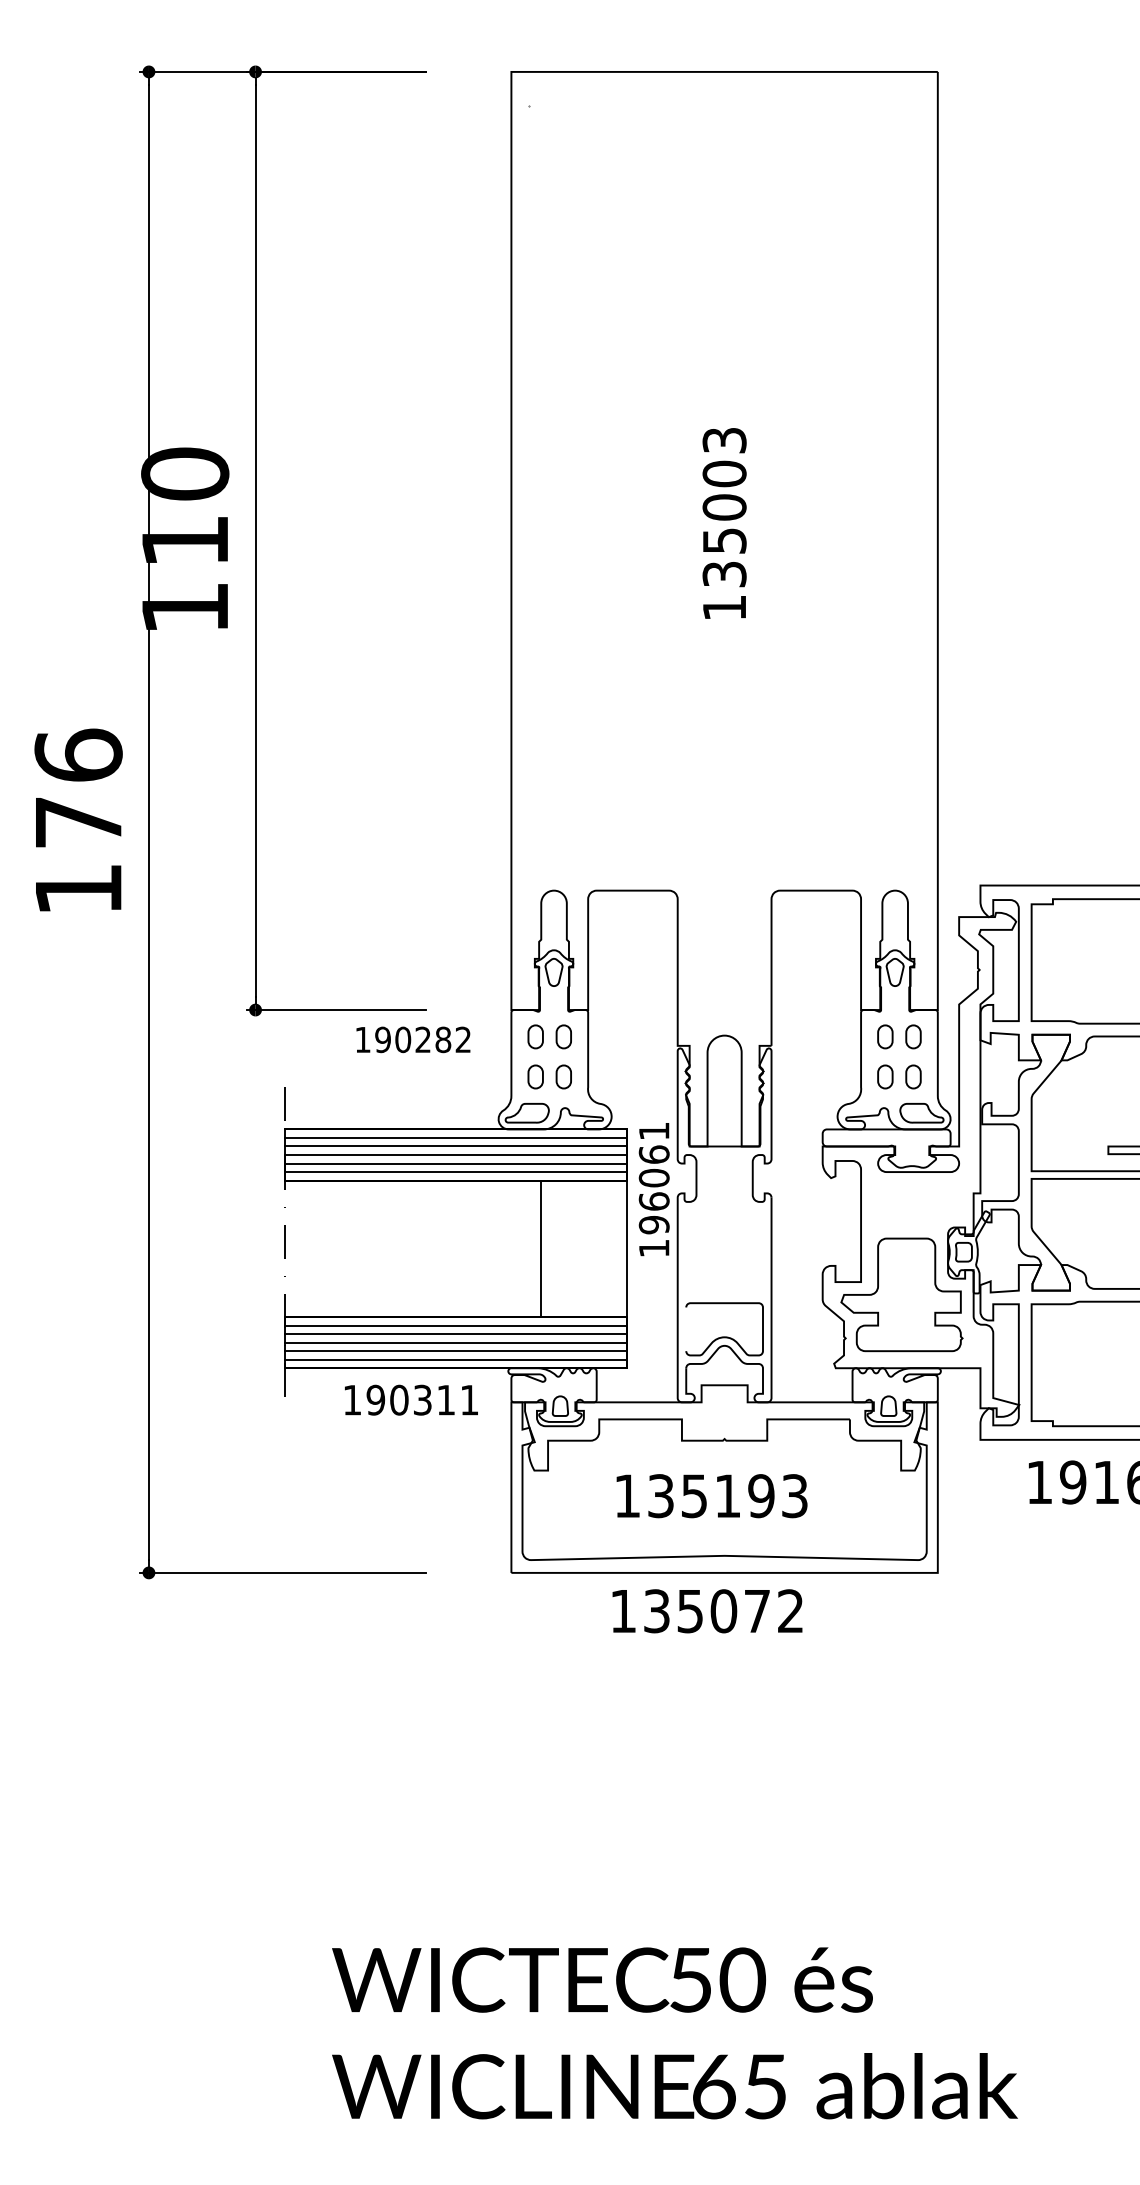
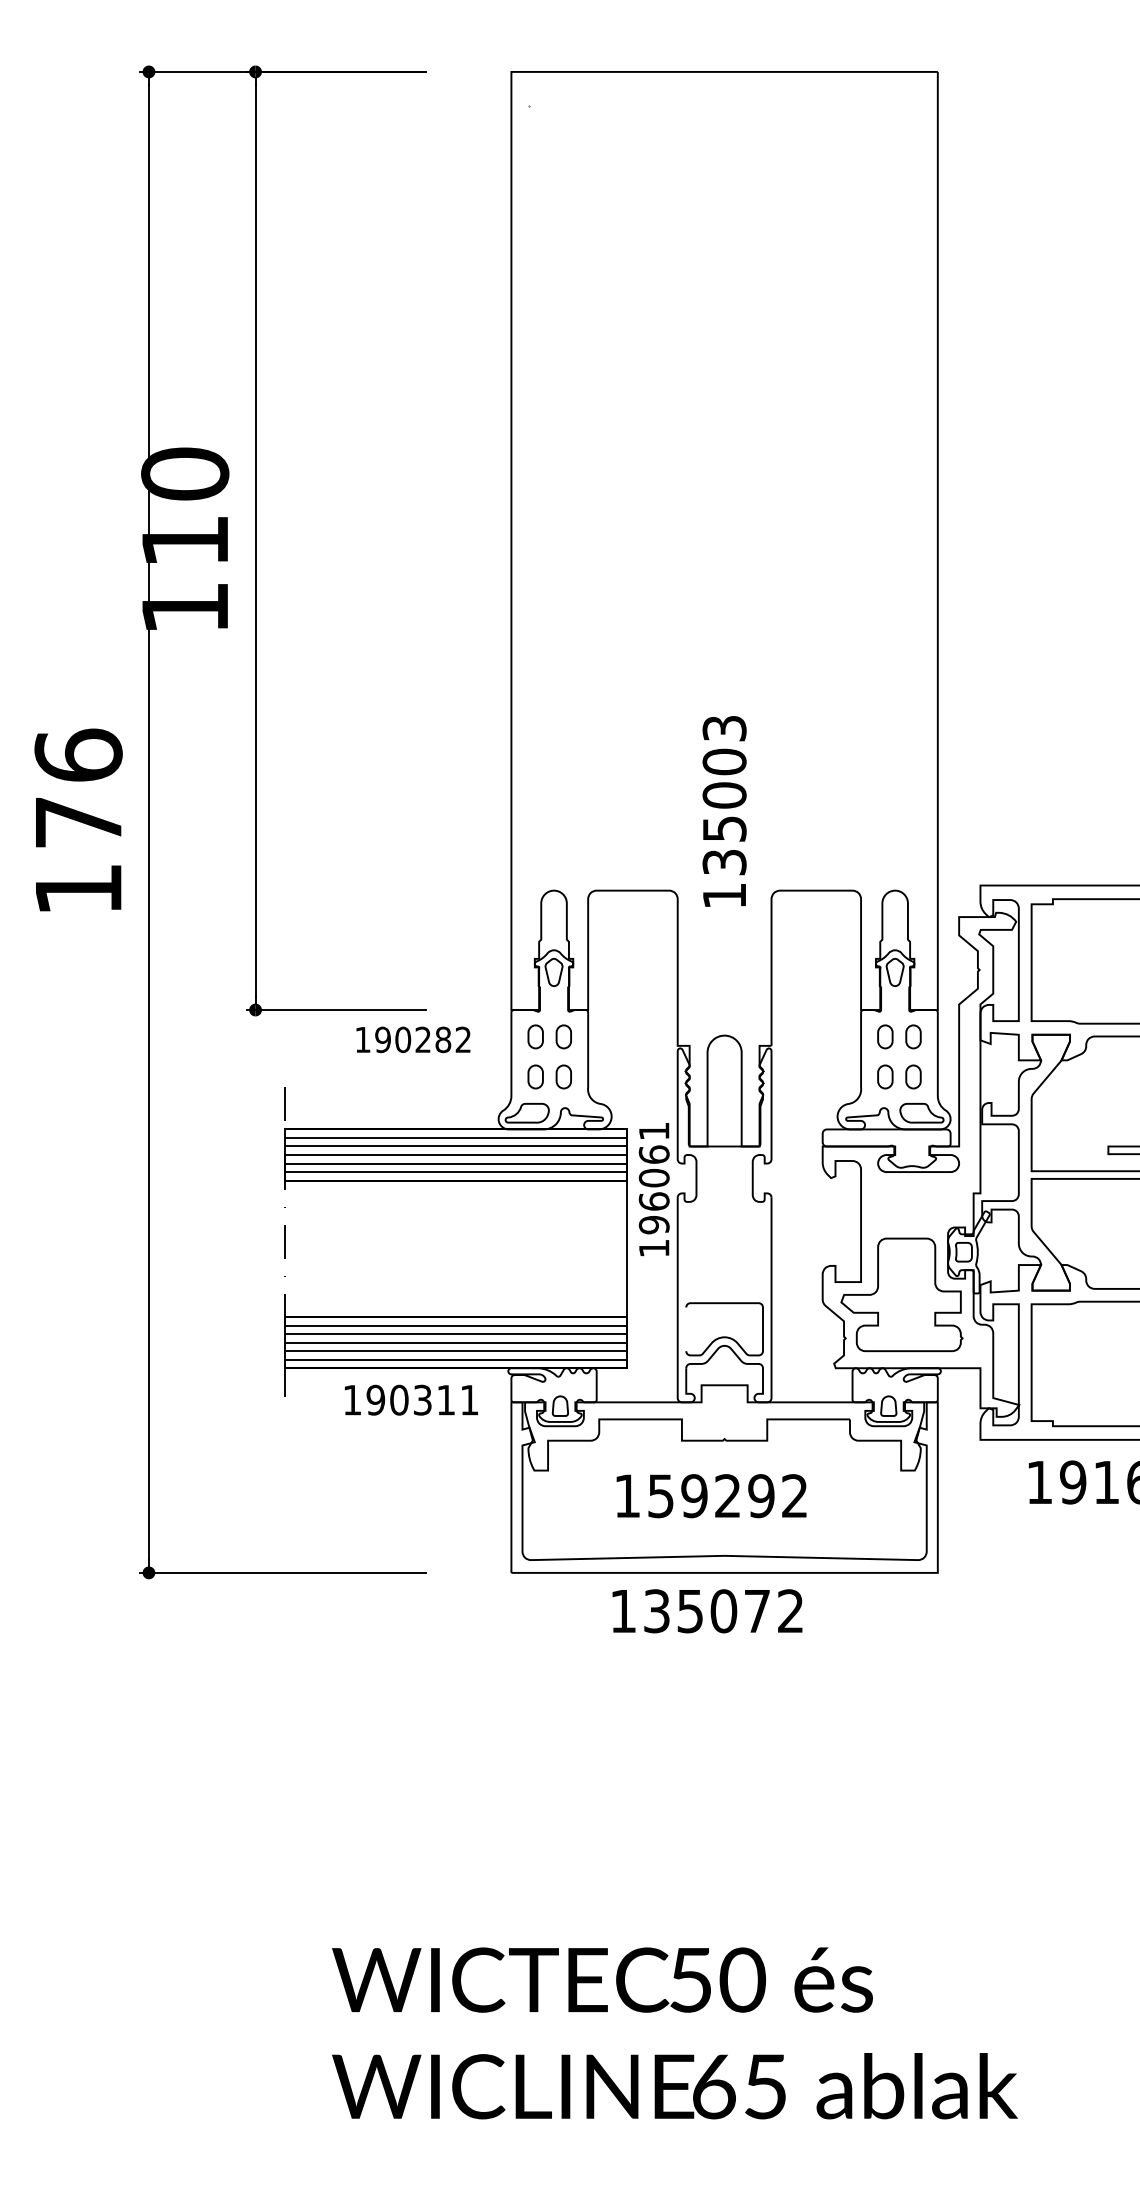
text at (724, 523) position: (724, 523) -> (724, 811)
line at (541, 1248): present -> none
text at (727, 1496): 135193 -> 159292
